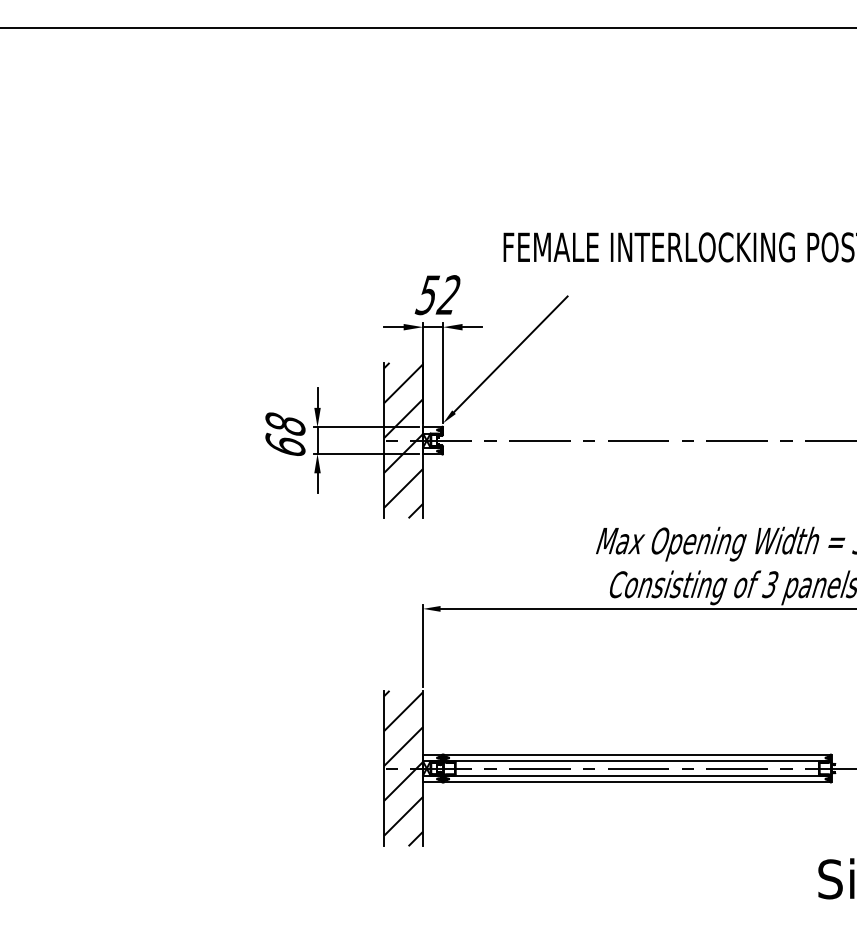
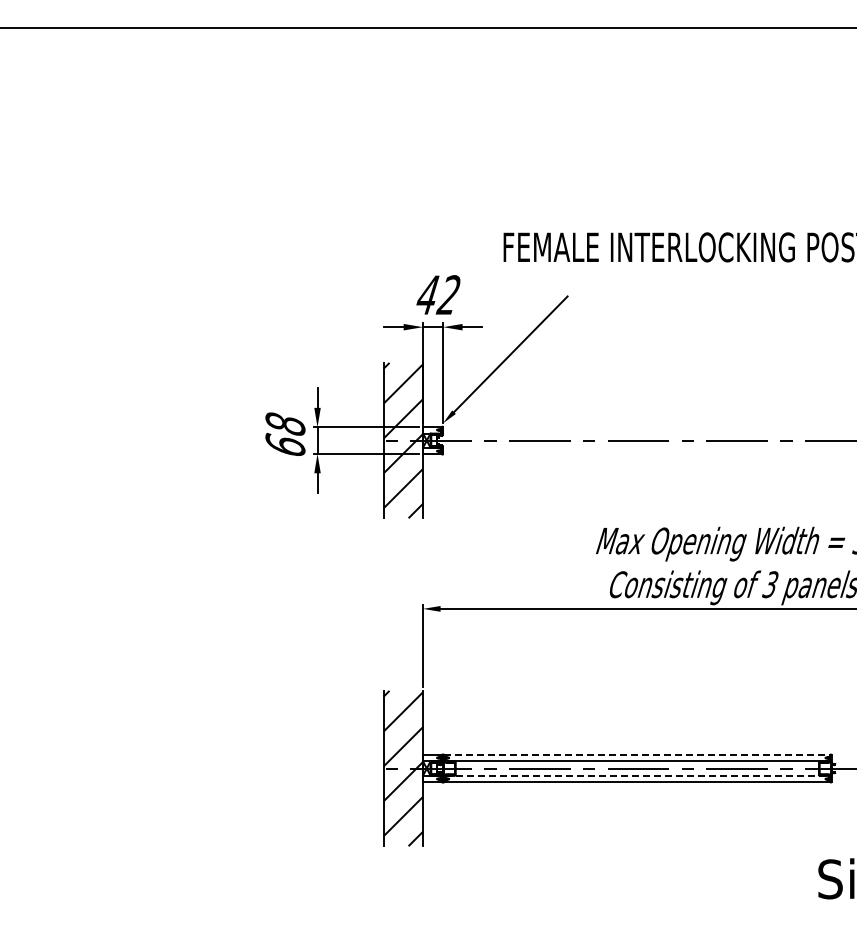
text at (426, 295): 52 -> 42
line at (637, 755): solid -> dashed
line at (637, 775): solid -> dashed
